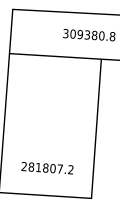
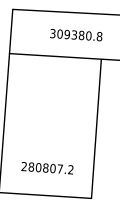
text at (89, 35) position: (89, 35) -> (76, 35)
text at (38, 167): 281807.2 -> 280807.2
